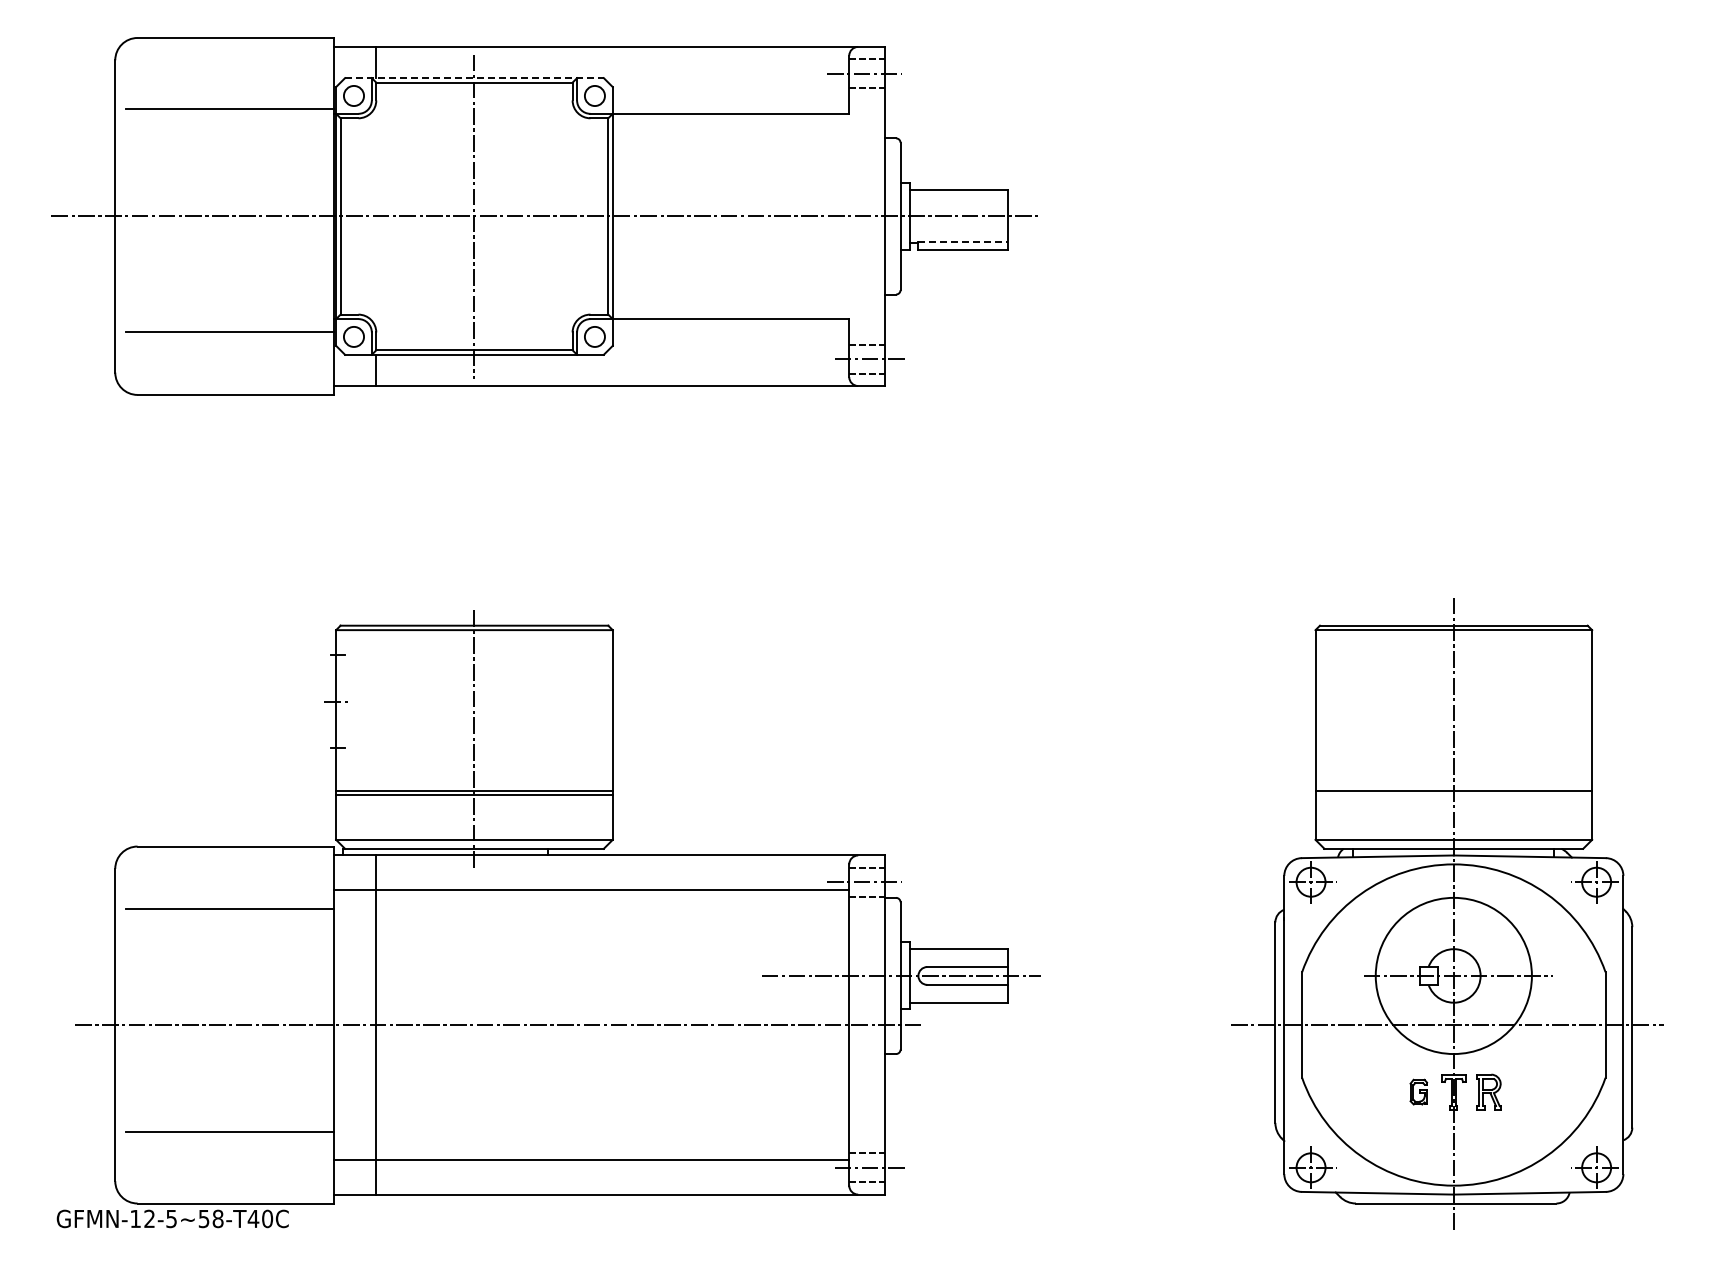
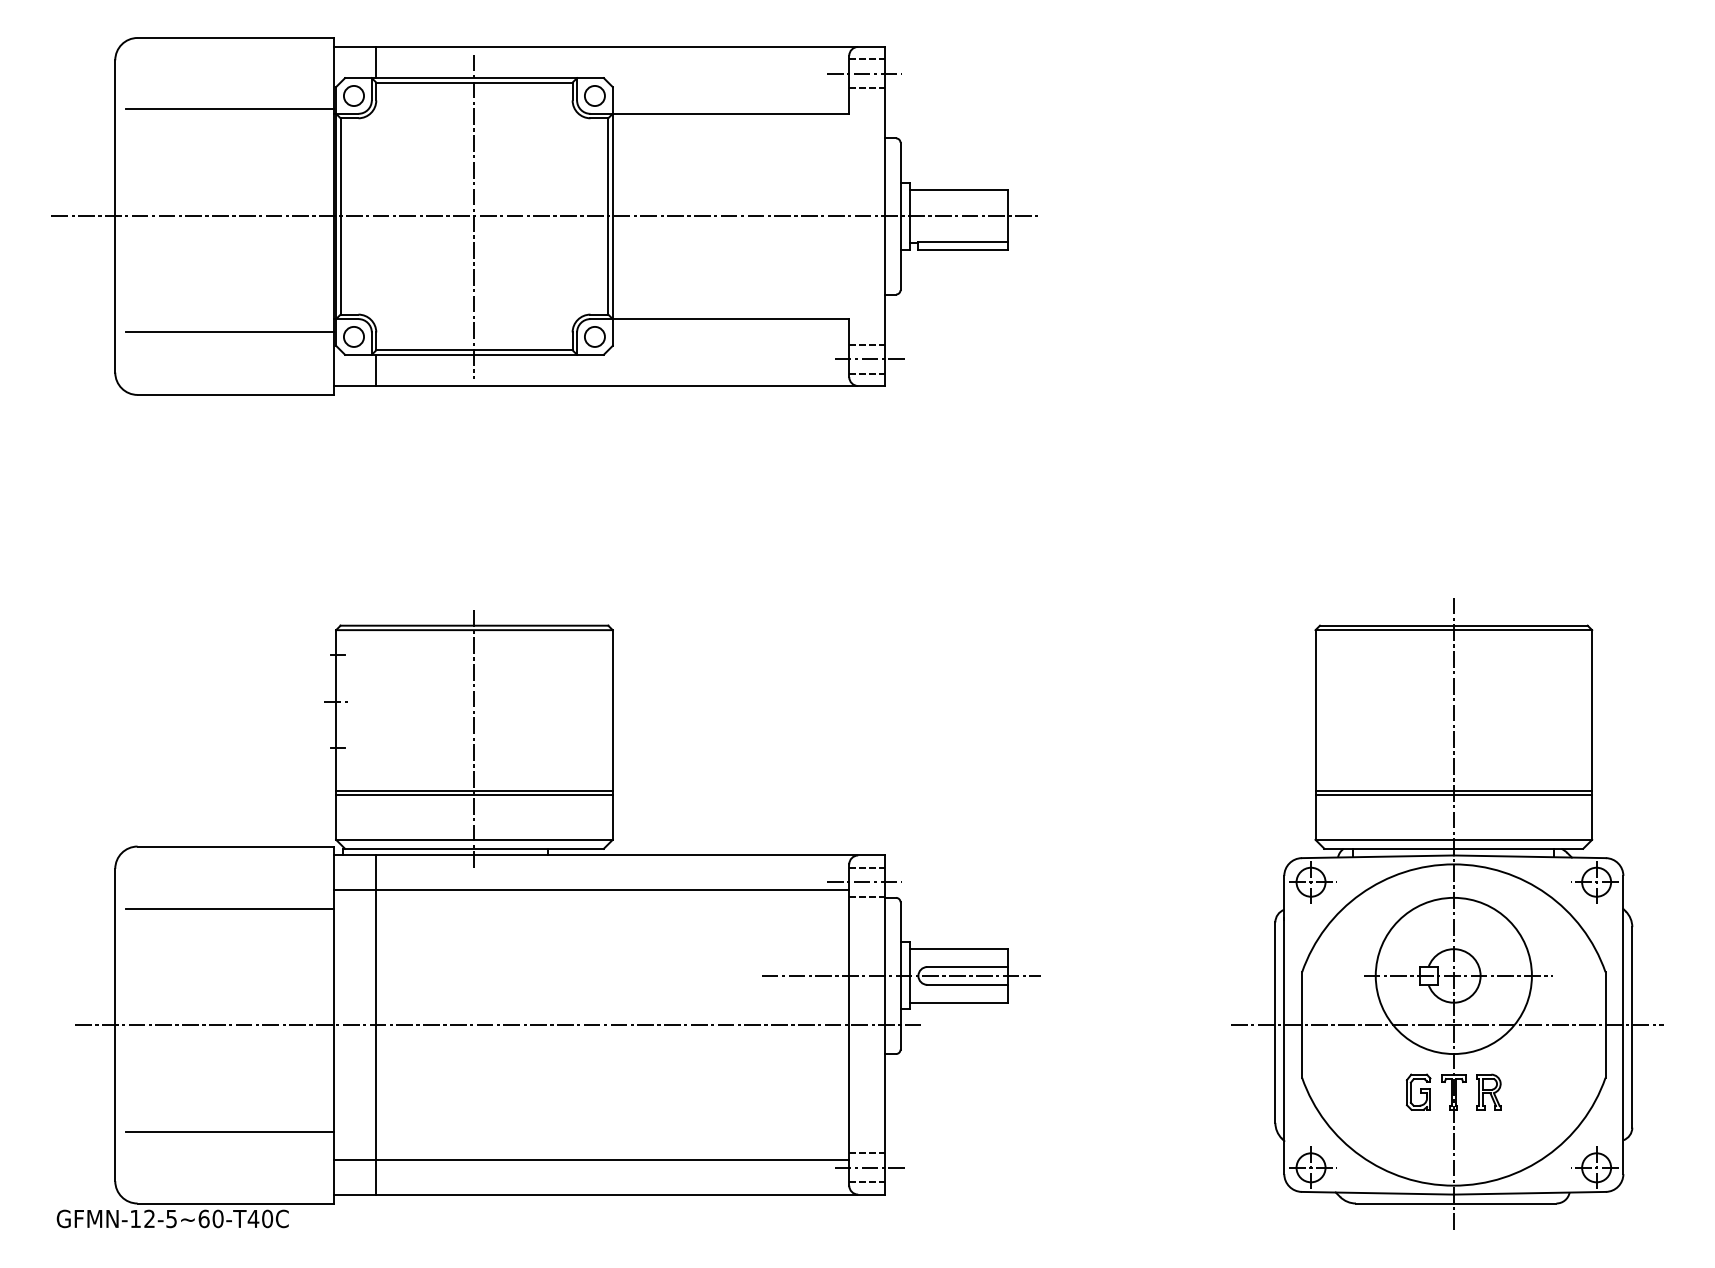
line at (474, 78): dashed -> solid
line at (963, 241): dashed -> solid
line at (1453, 795): none -> present
part at (1418, 1091) size: 20x28 px -> 26x38 px
text at (210, 1218): GFMN-12-5~58-T40C -> GFMN-12-5~60-T40C
